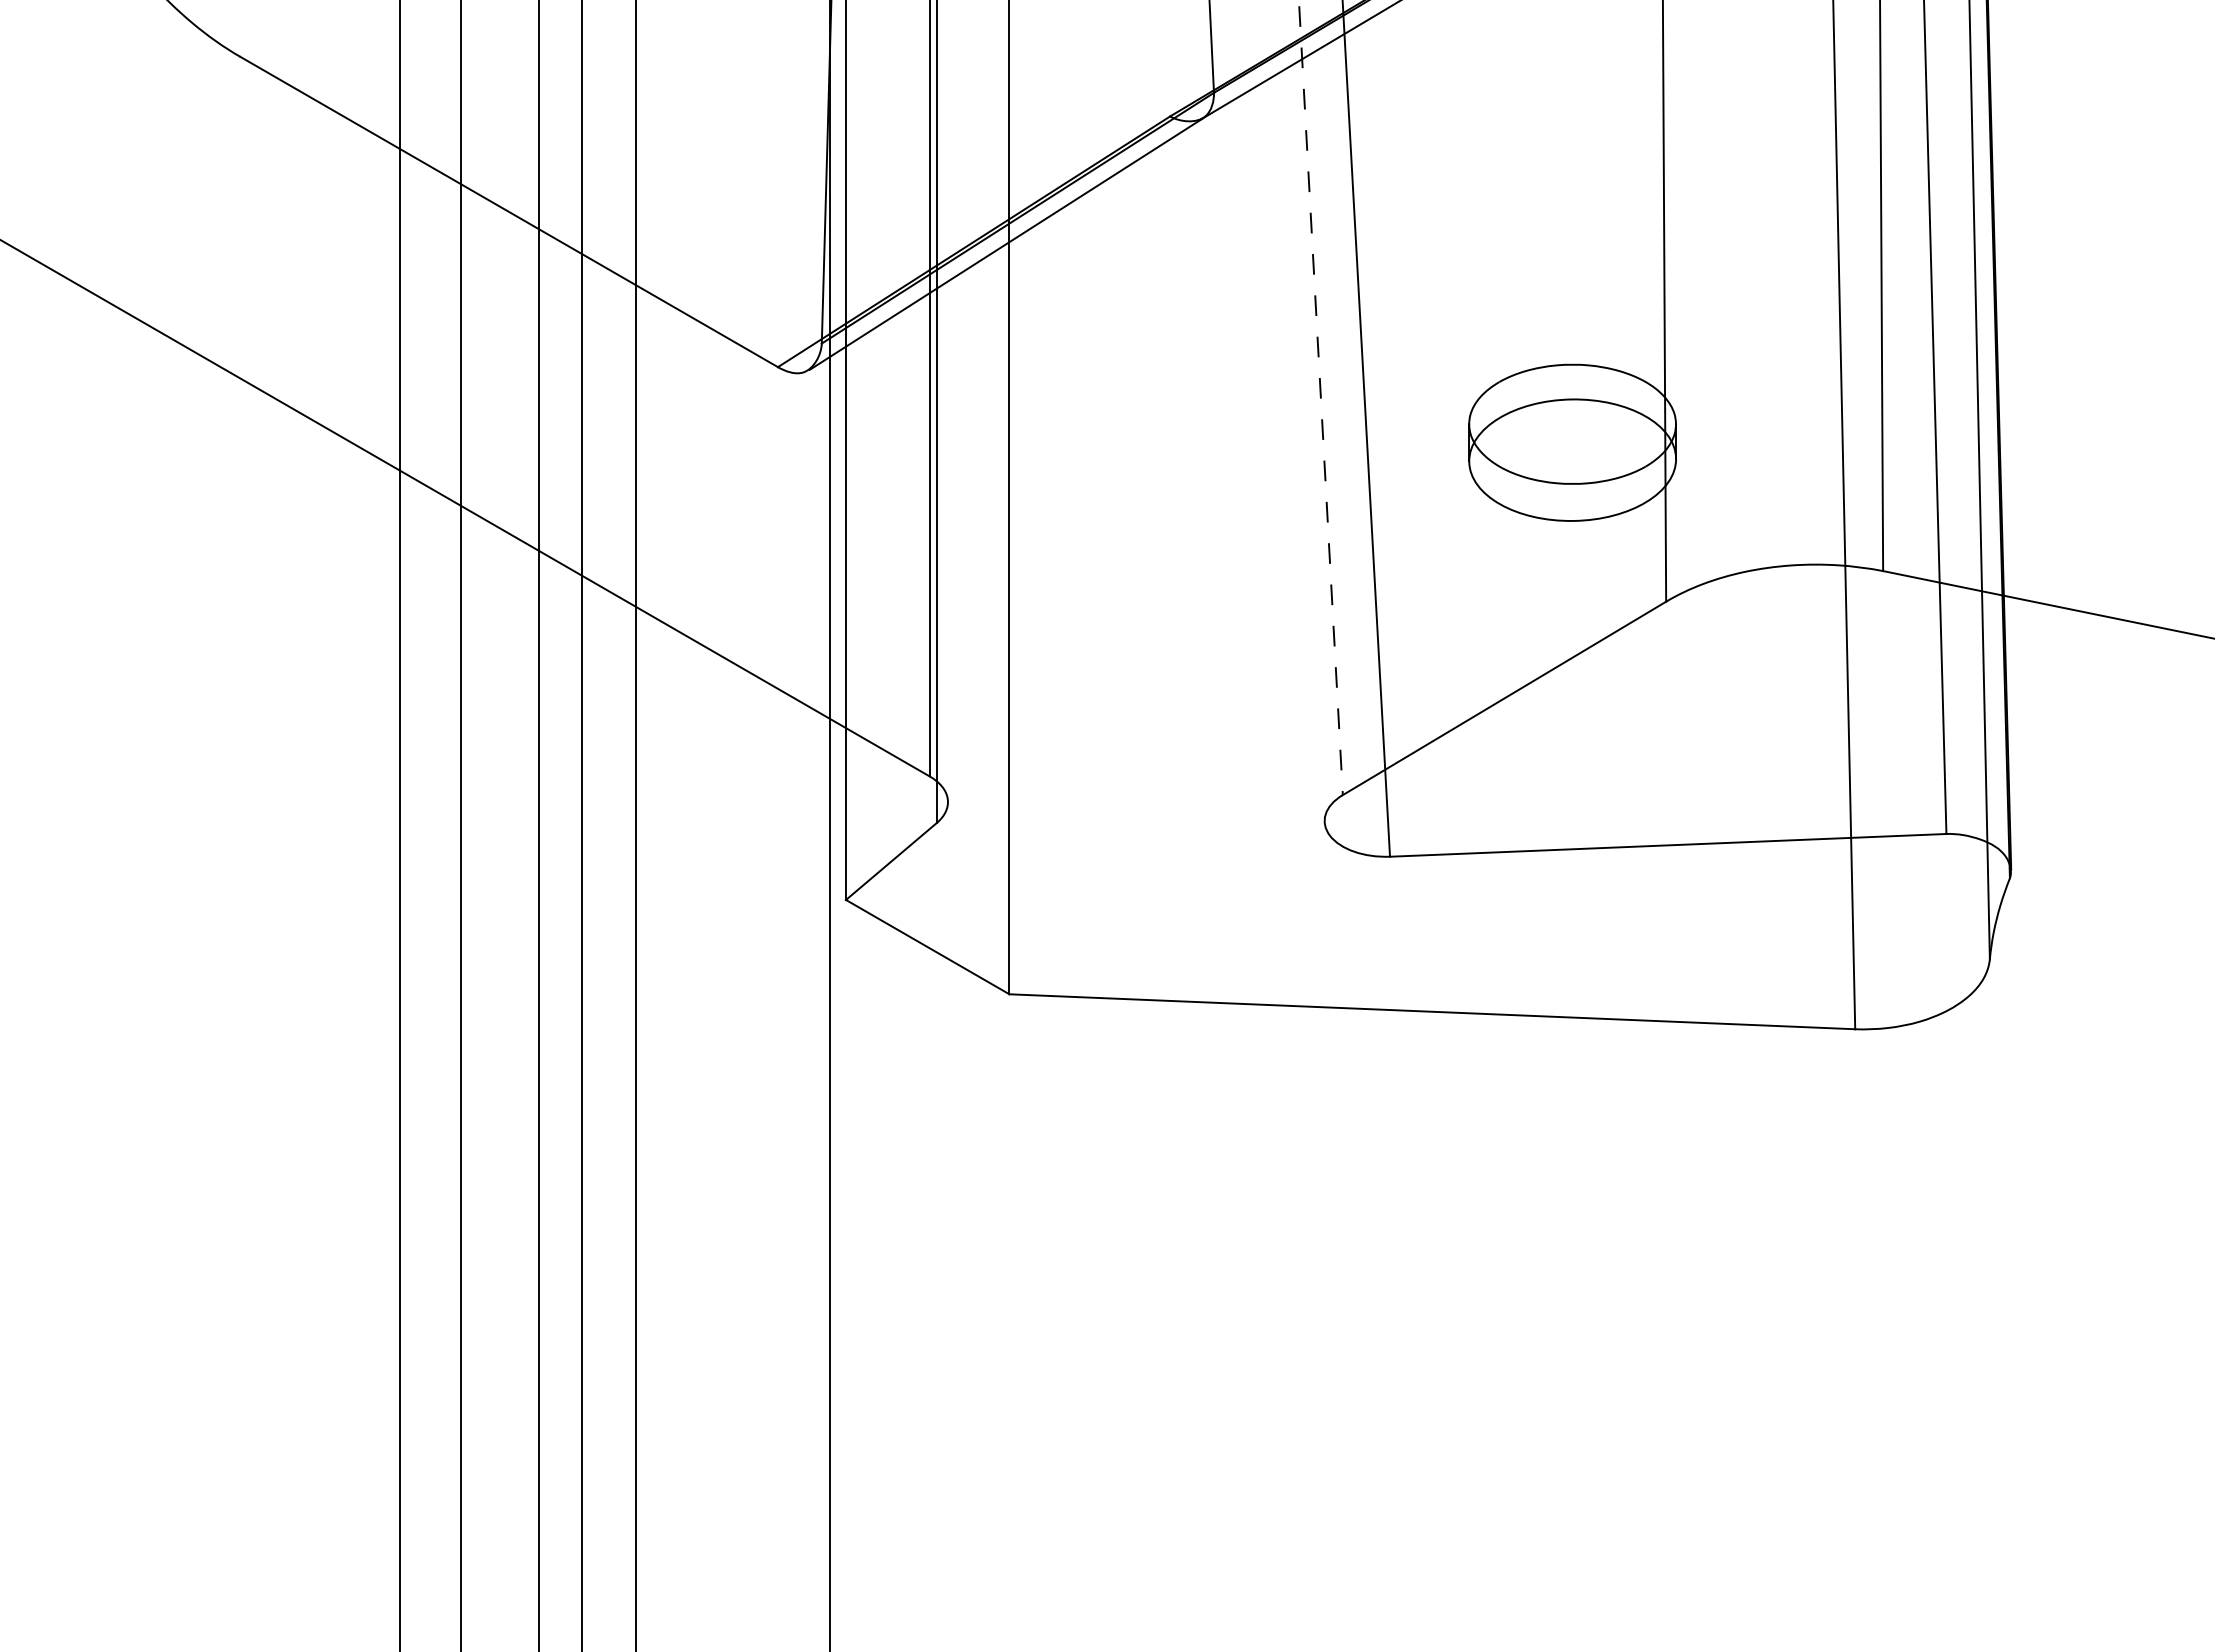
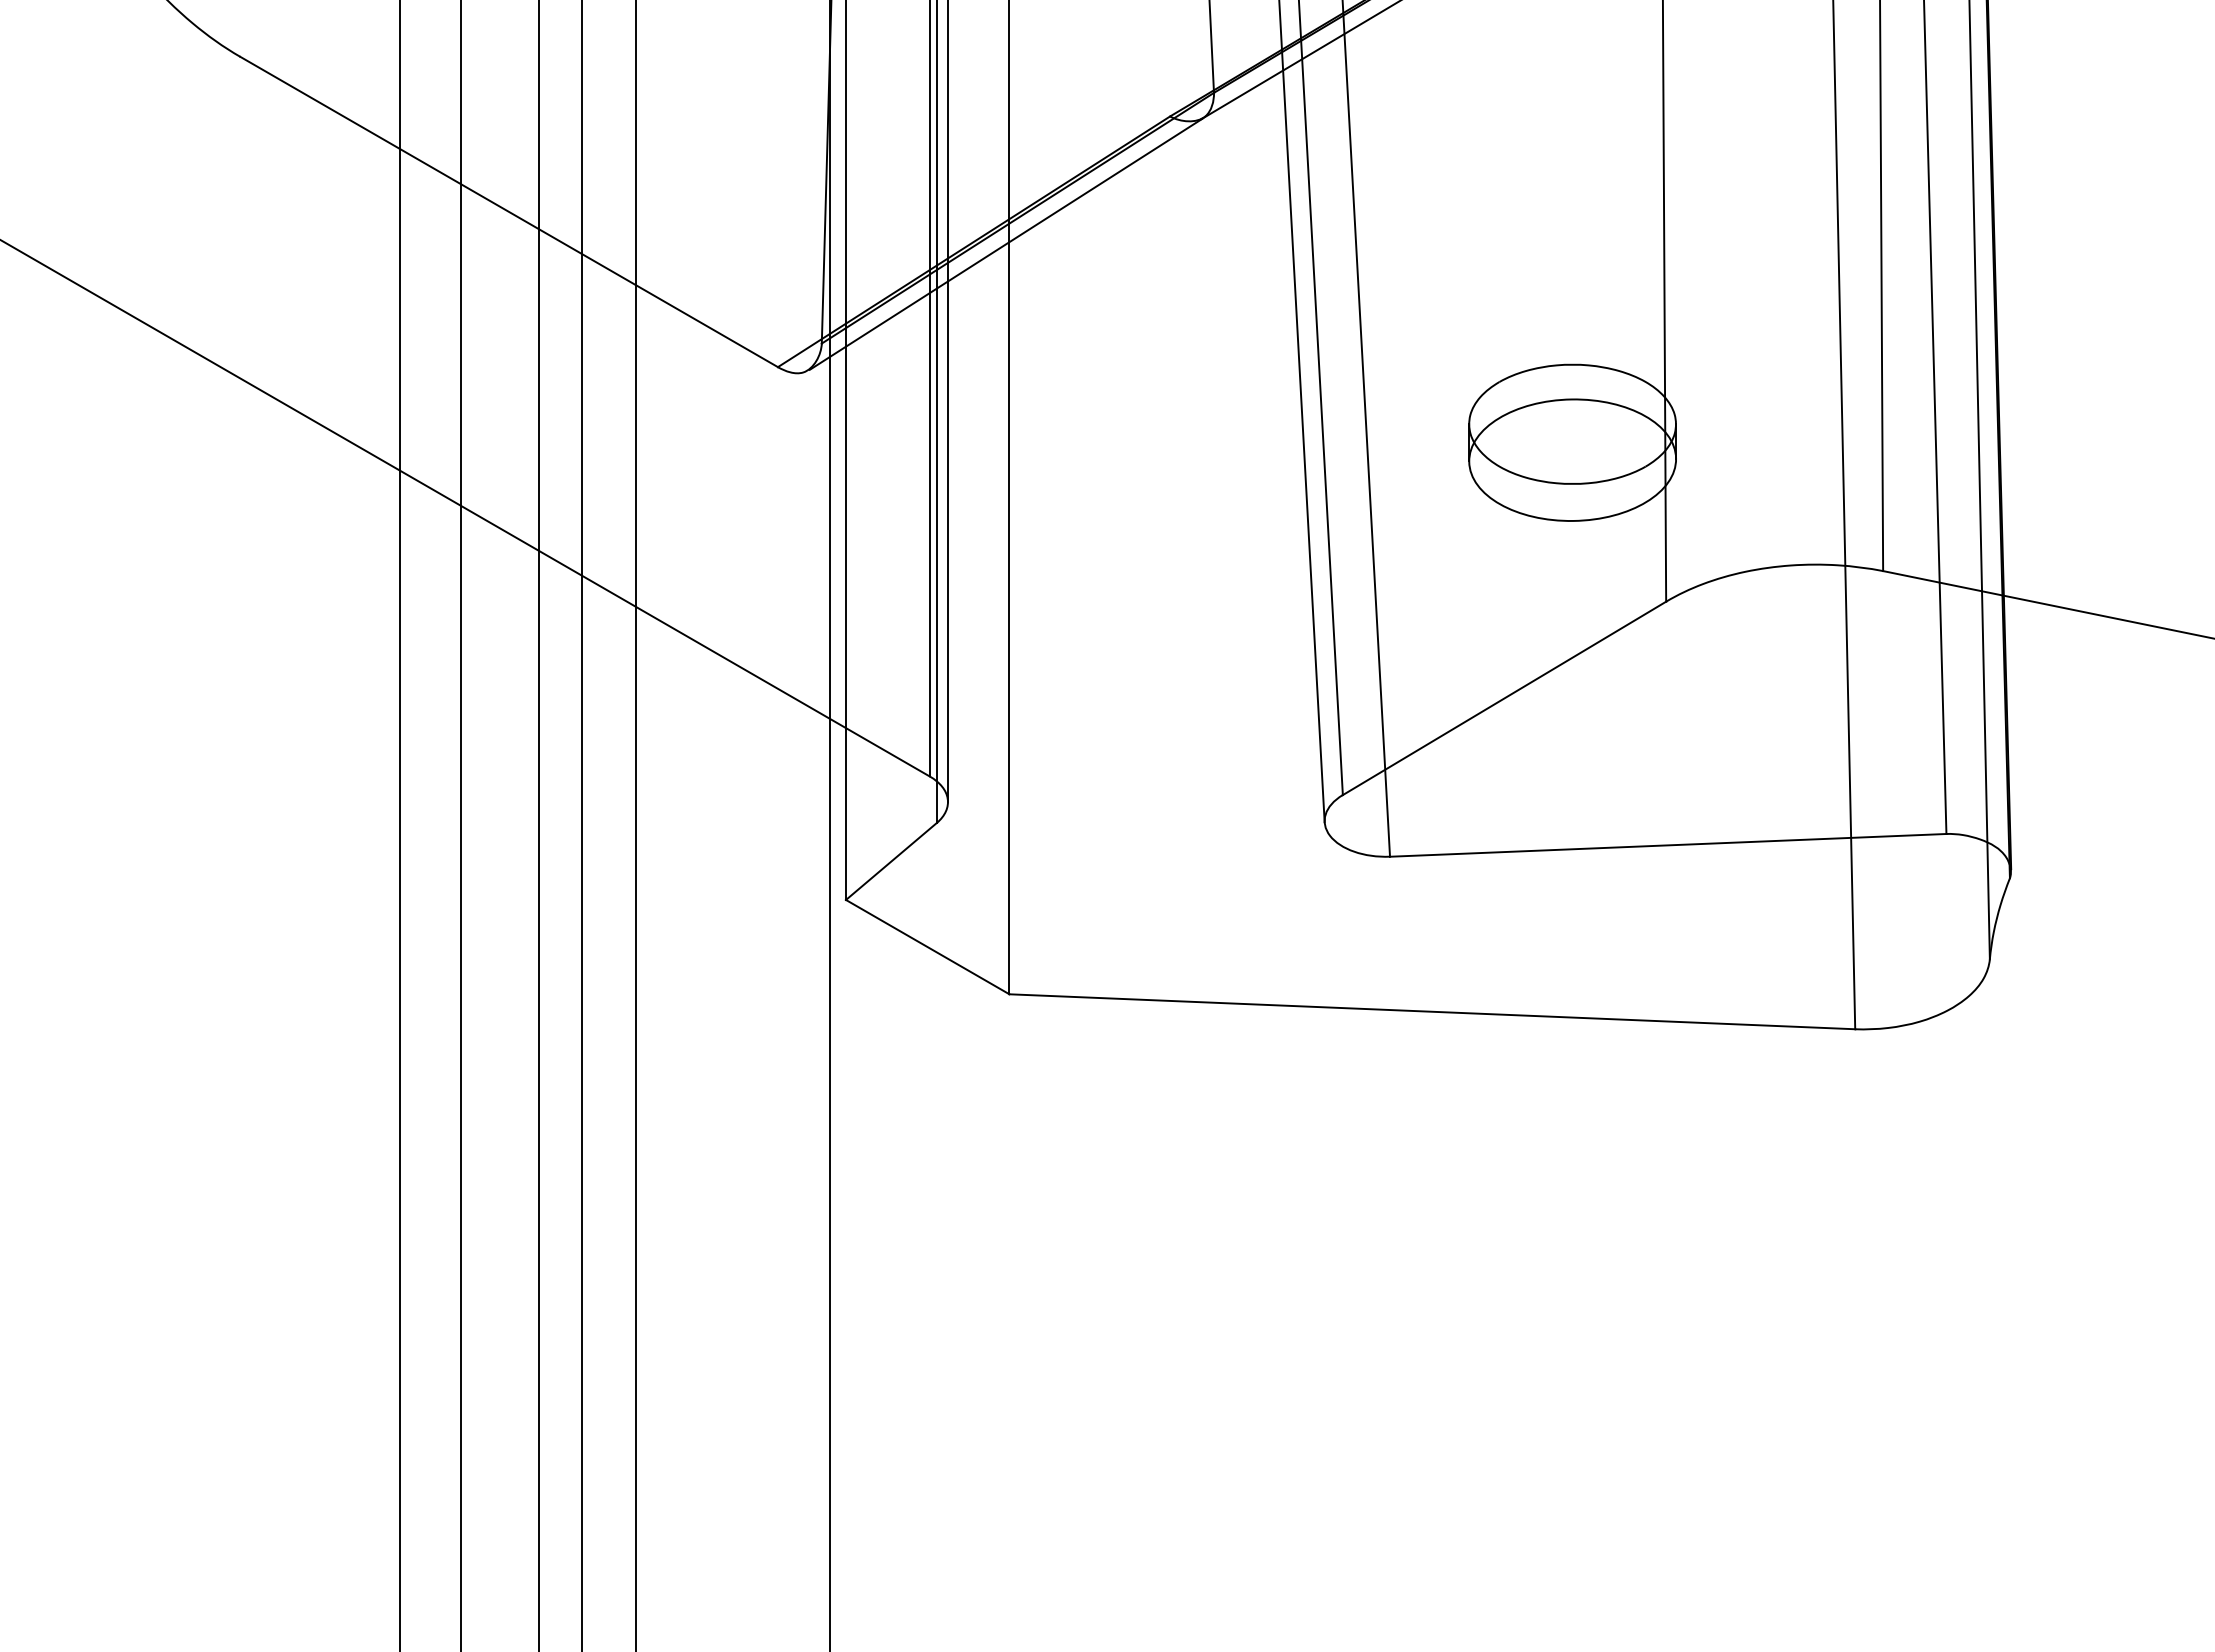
line at (1320, 397): dashed -> solid
line at (947, 402): none -> present
line at (1301, 412): none -> present
